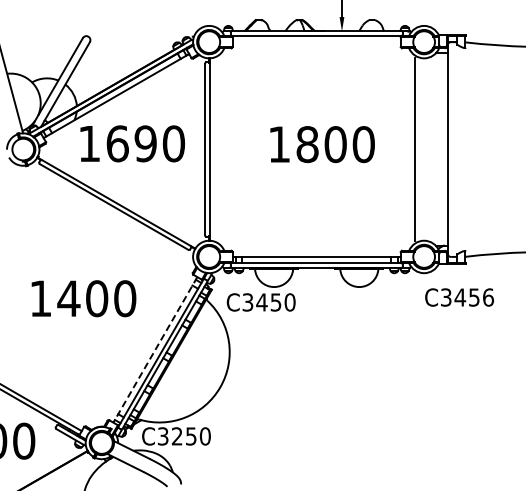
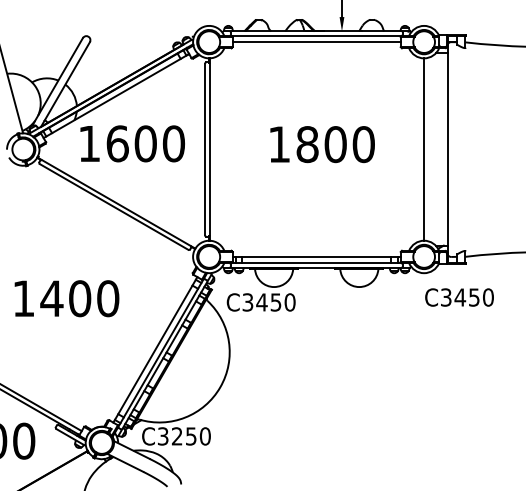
line at (316, 42): none -> present
text at (145, 143): 1690 -> 1600
line at (414, 149) position: (414, 149) -> (423, 149)
text at (488, 297): C3456 -> C3450
text at (83, 298) position: (83, 298) -> (66, 298)
line at (155, 350): dashed -> solid
